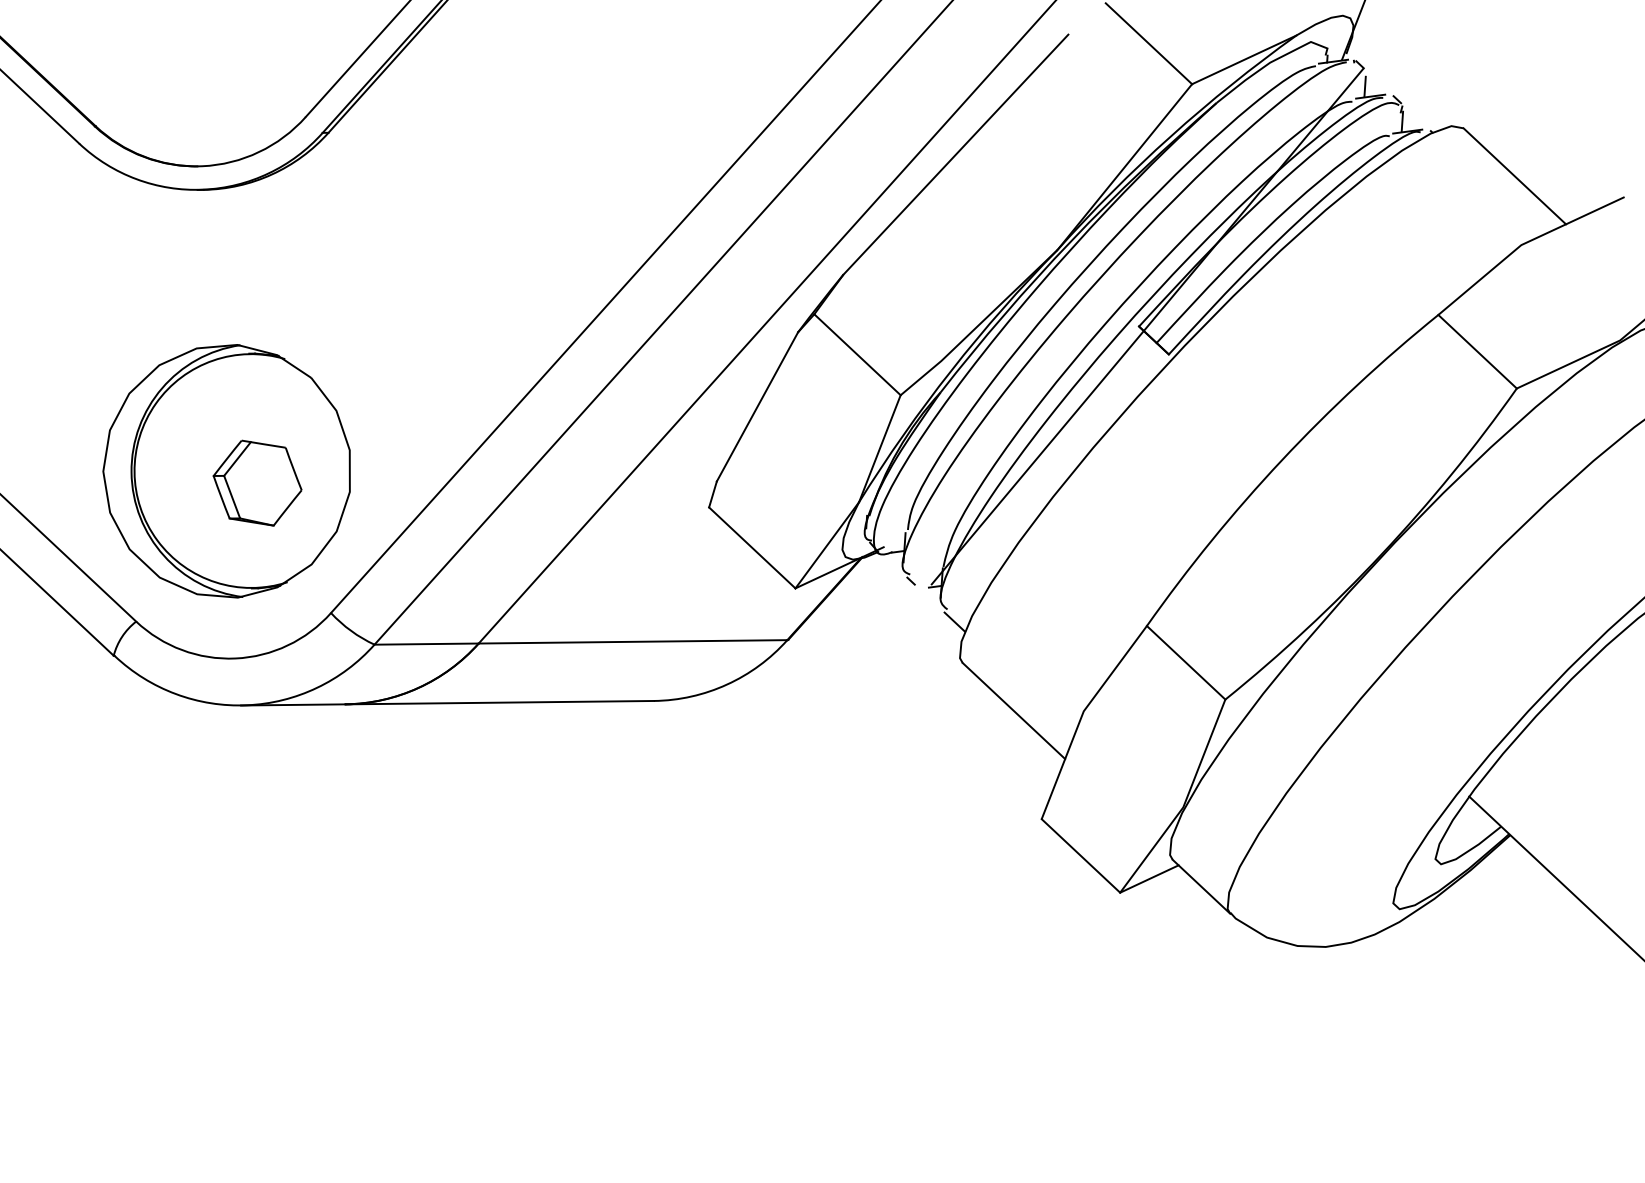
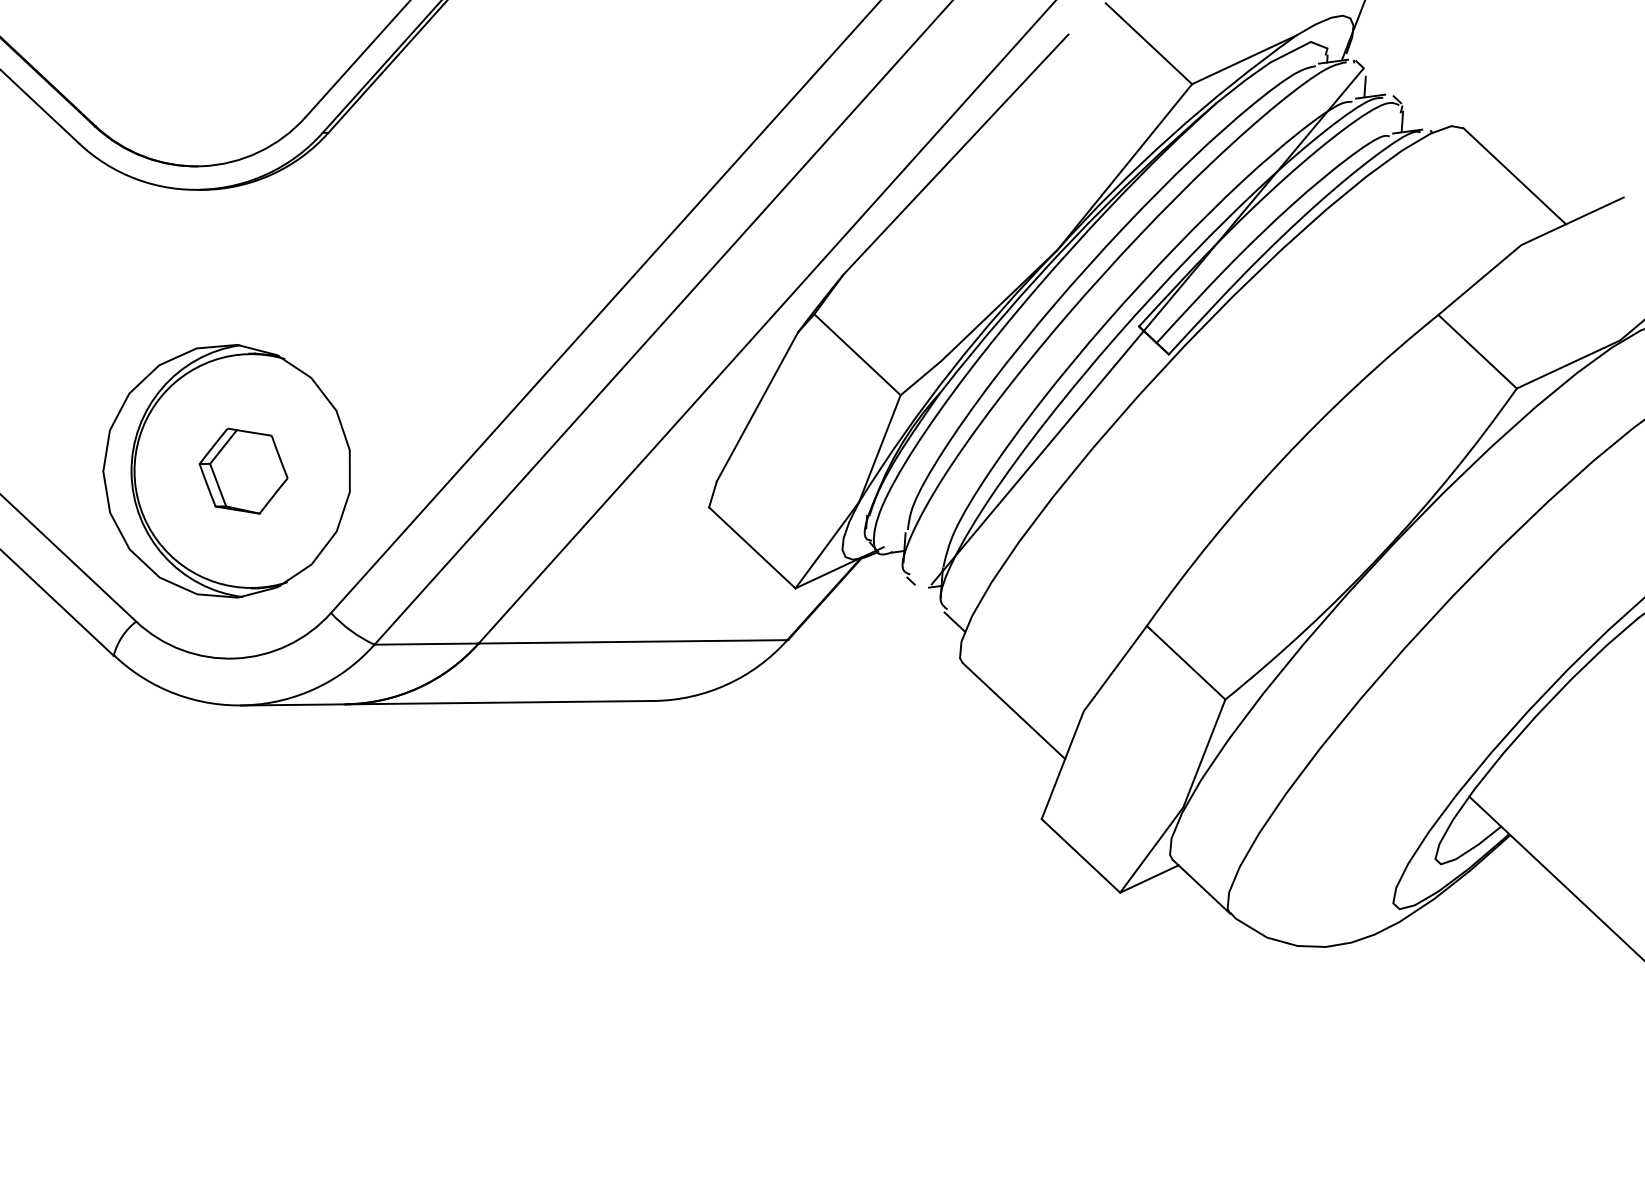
part at (257, 482) position: (257, 482) -> (243, 470)
